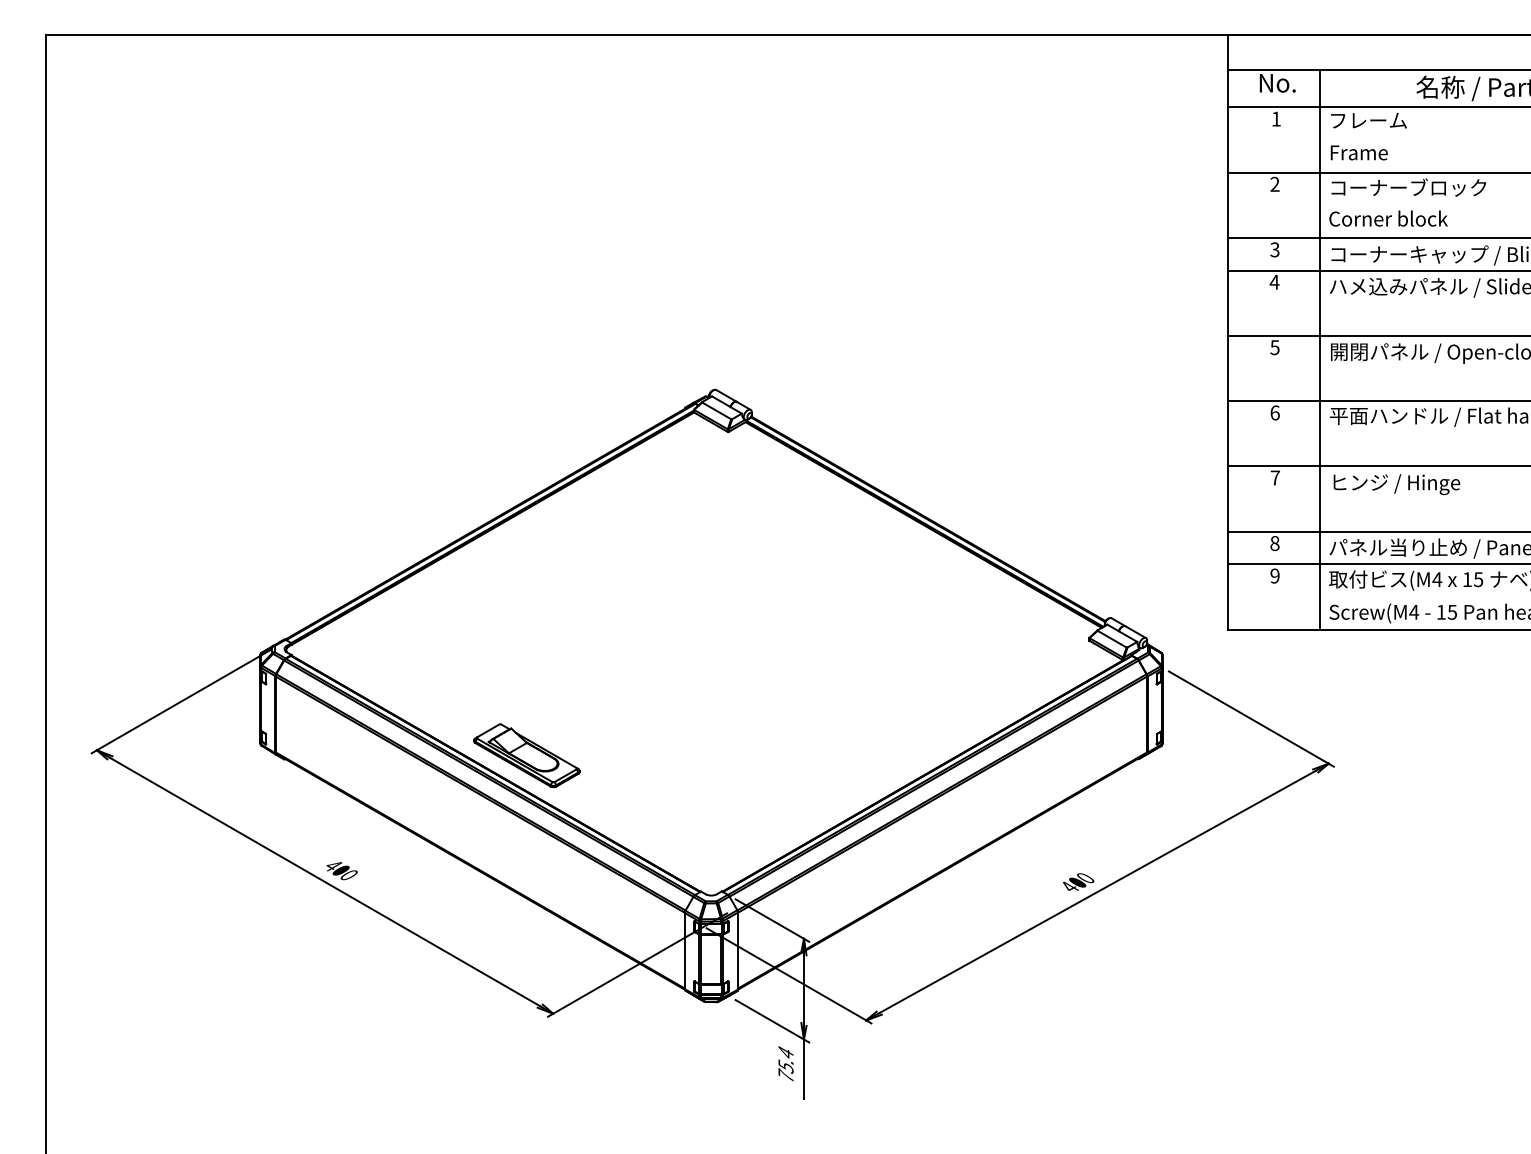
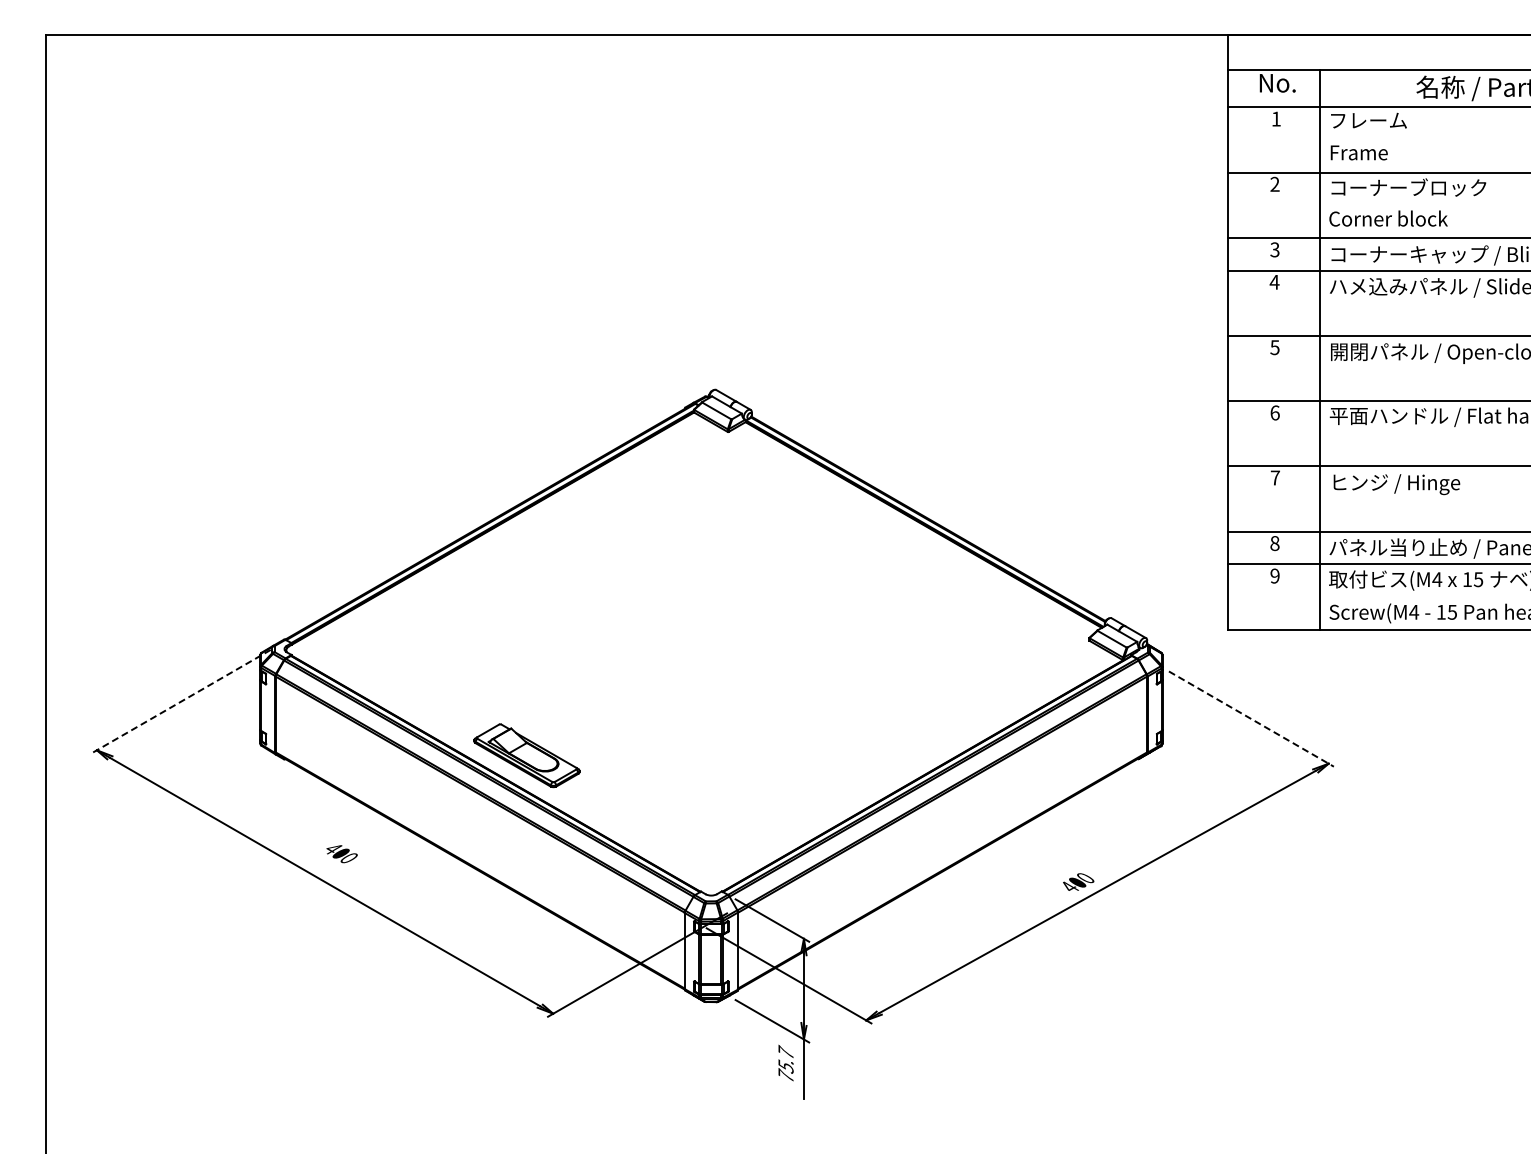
line at (180, 701): solid -> dashed
line at (1251, 719): solid -> dashed
text at (341, 871) position: (341, 871) -> (341, 854)
text at (785, 1051): 75.4 -> 75.7
